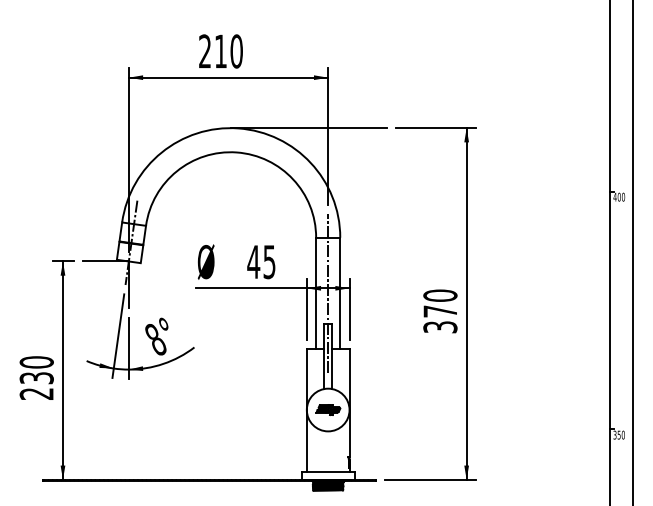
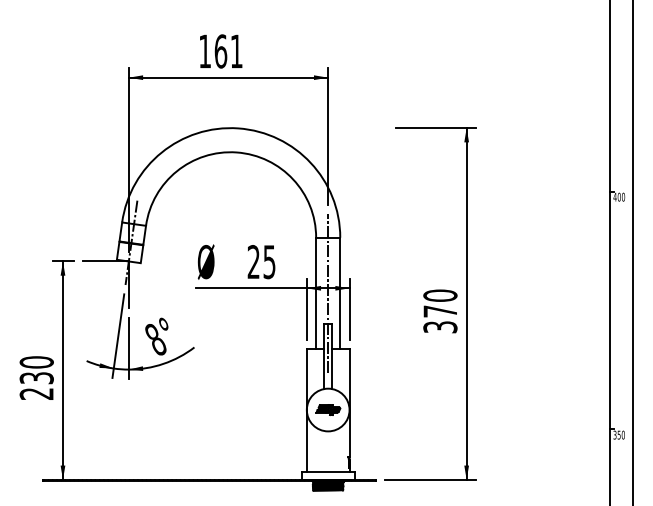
text at (220, 51): 210 -> 161
line at (308, 128): present -> none
text at (253, 261): 45 -> 25
